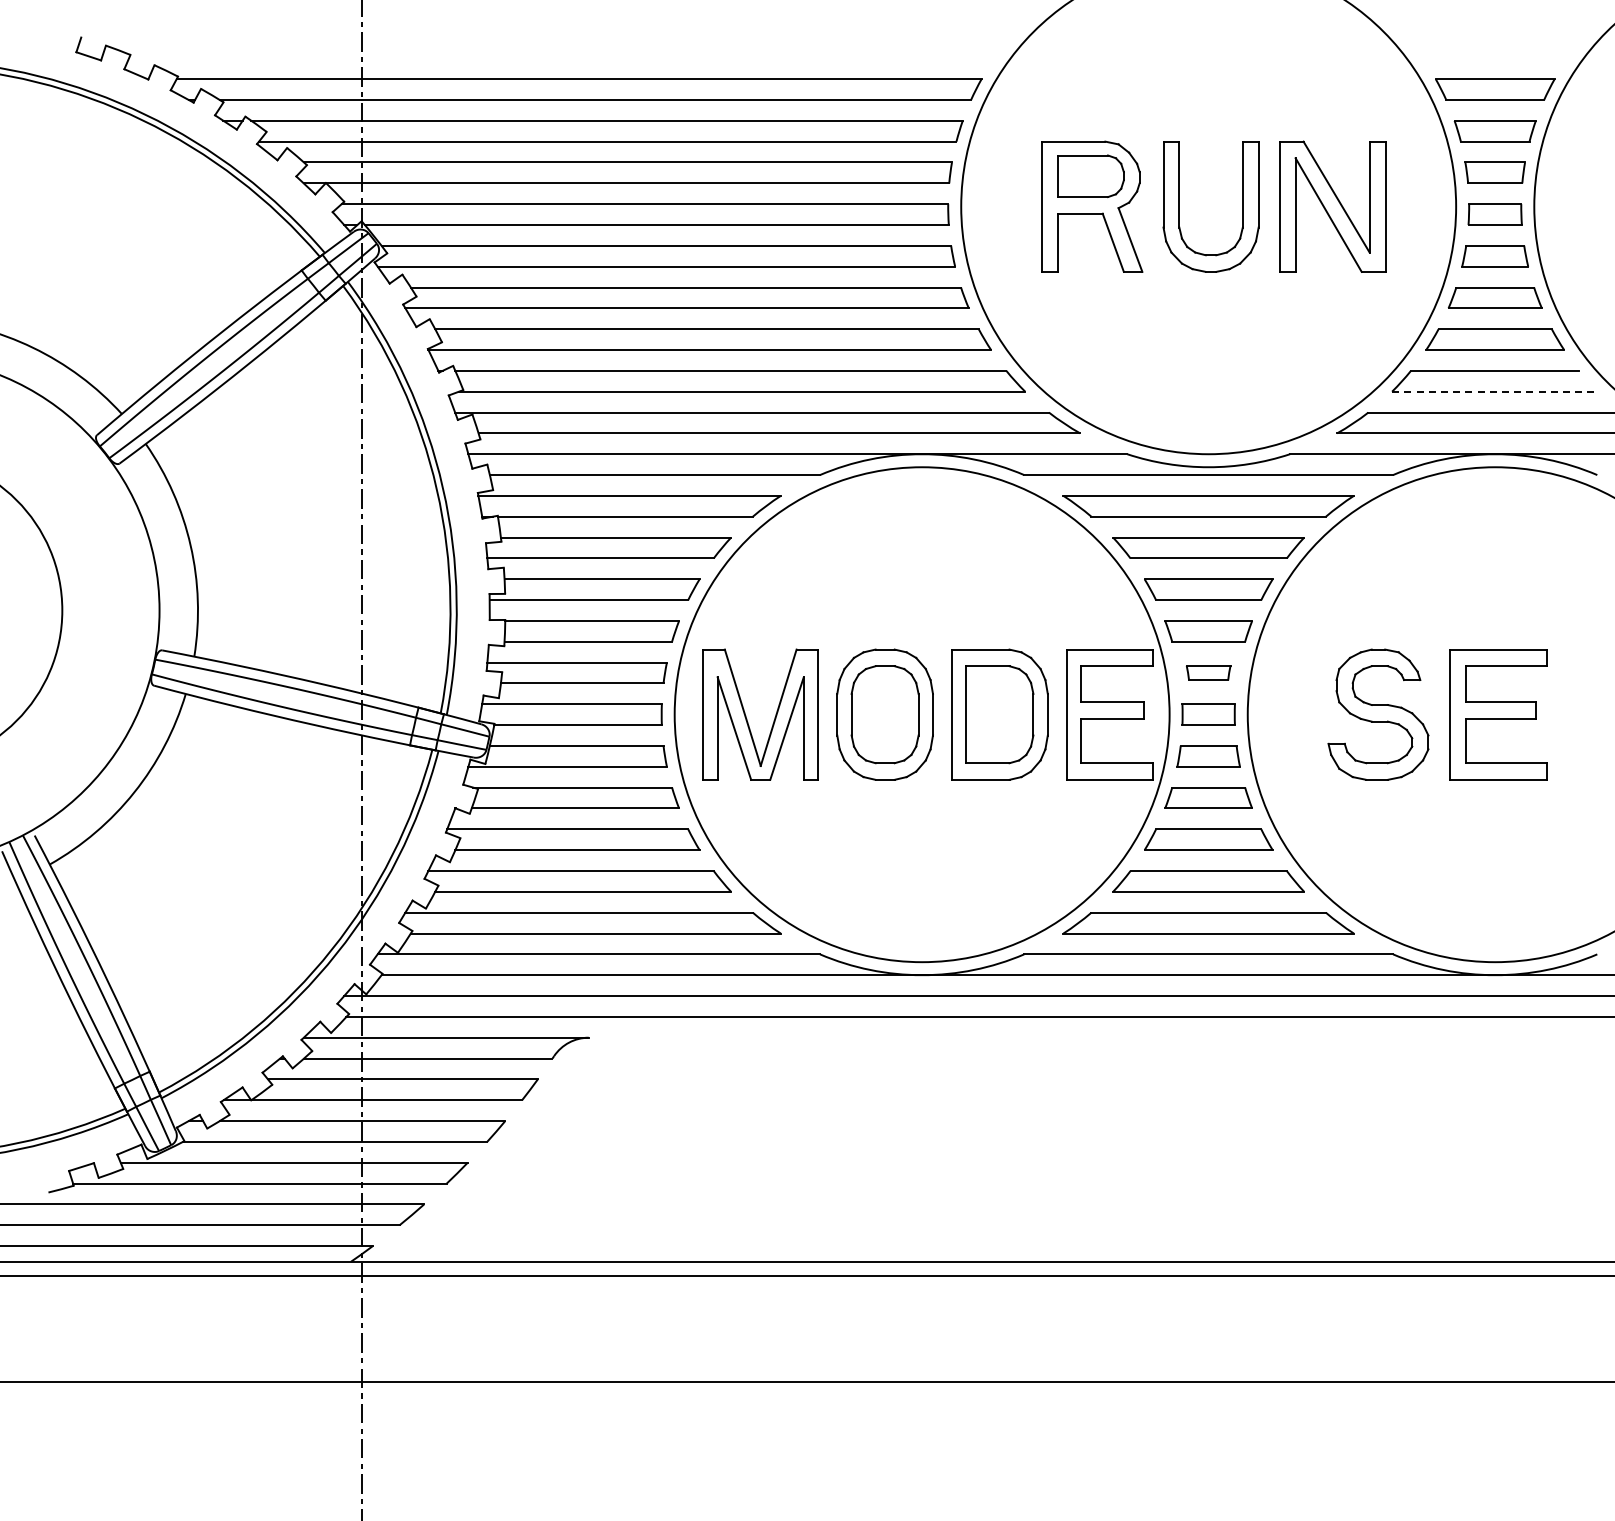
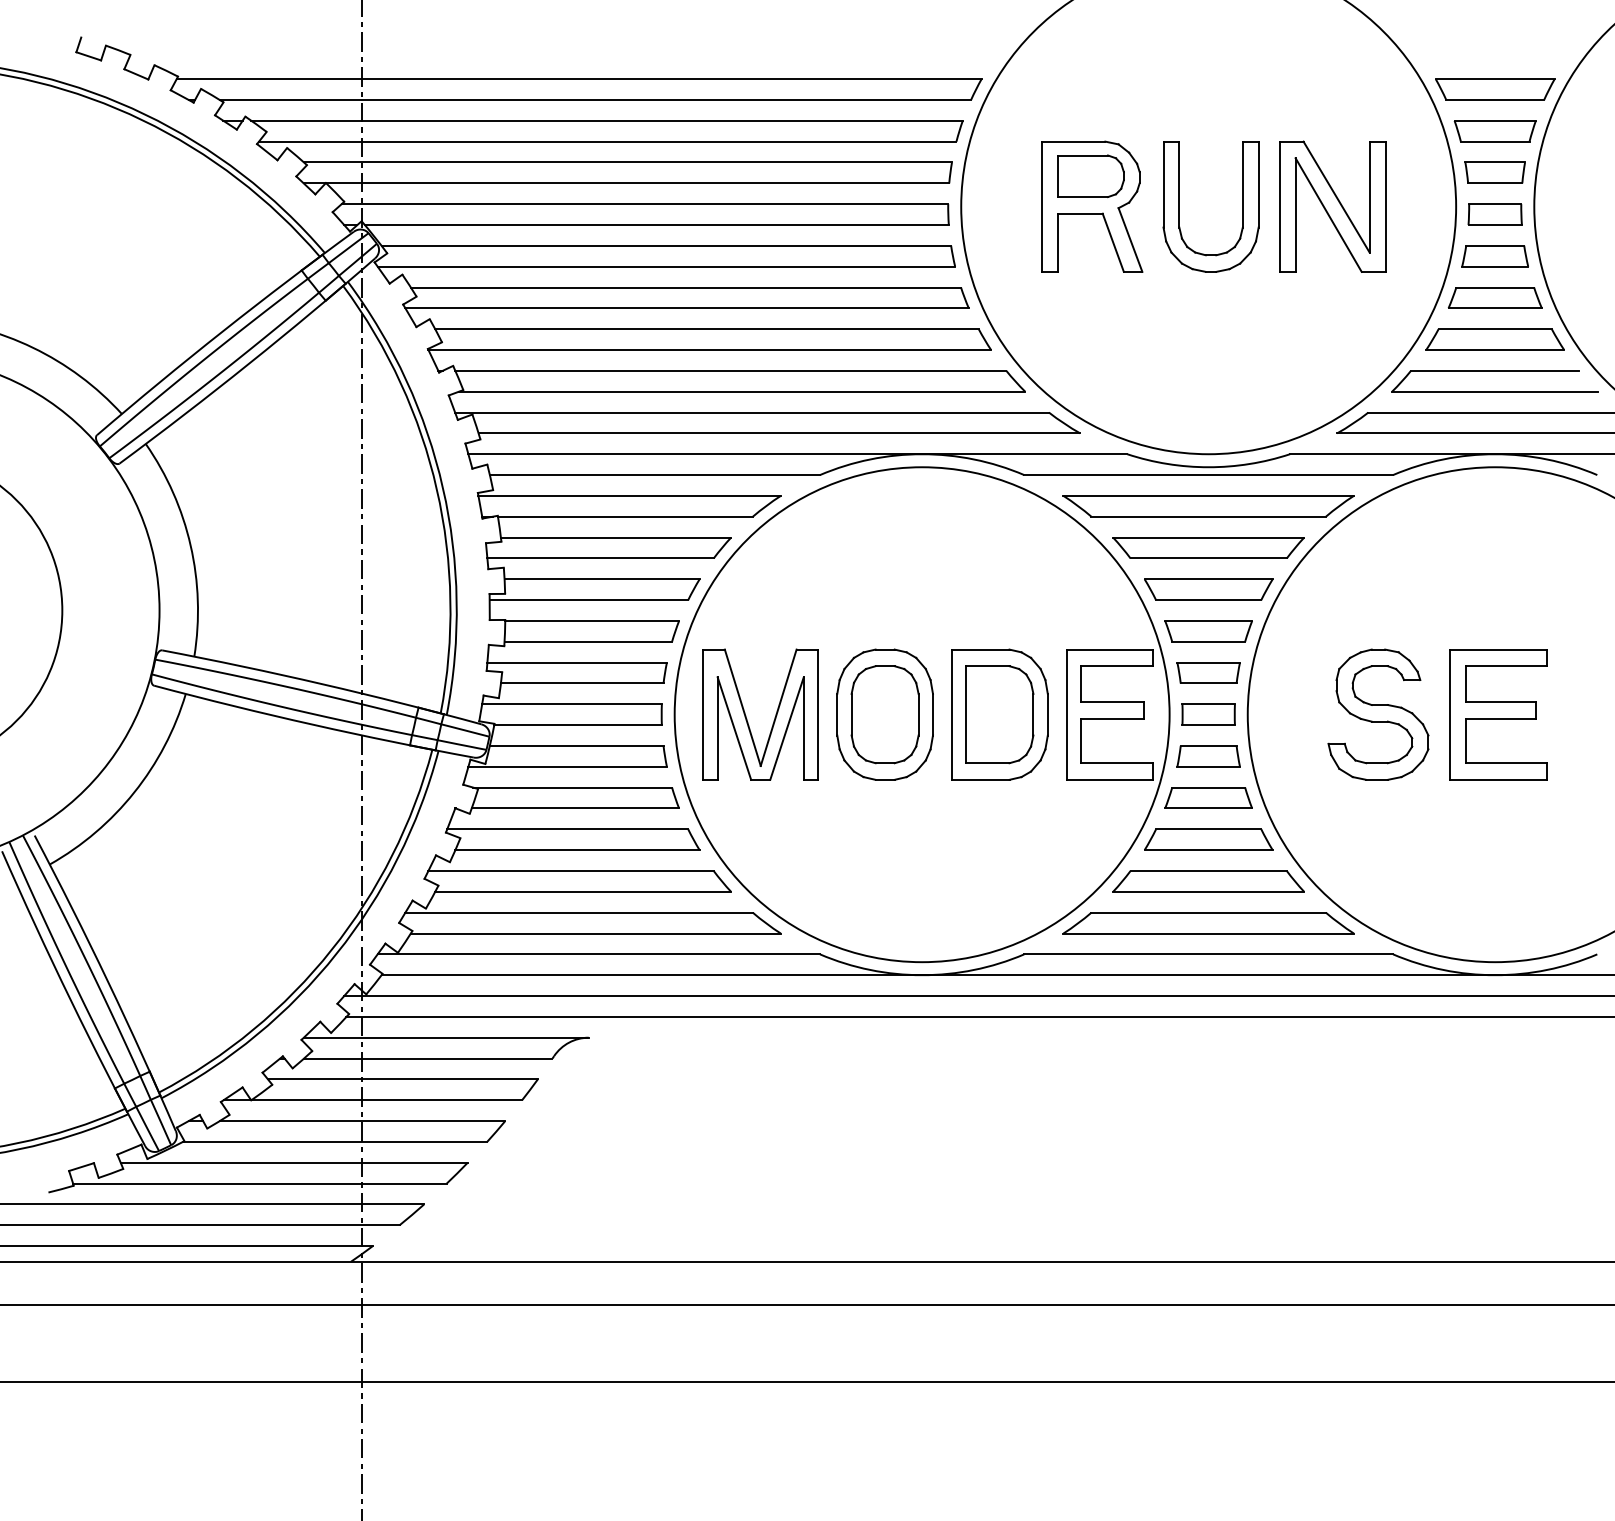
line at (1495, 391): dashed -> solid
part at (1208, 672) size: 46x16 px -> 65x22 px
line at (806, 1275) position: (806, 1275) -> (806, 1304)
